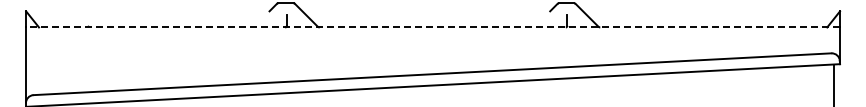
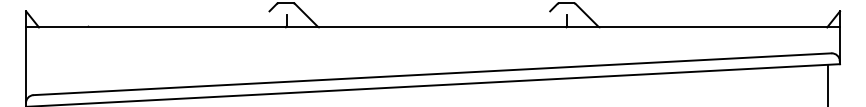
line at (433, 27): dashed -> solid
line at (834, 83) position: (834, 83) -> (828, 83)
